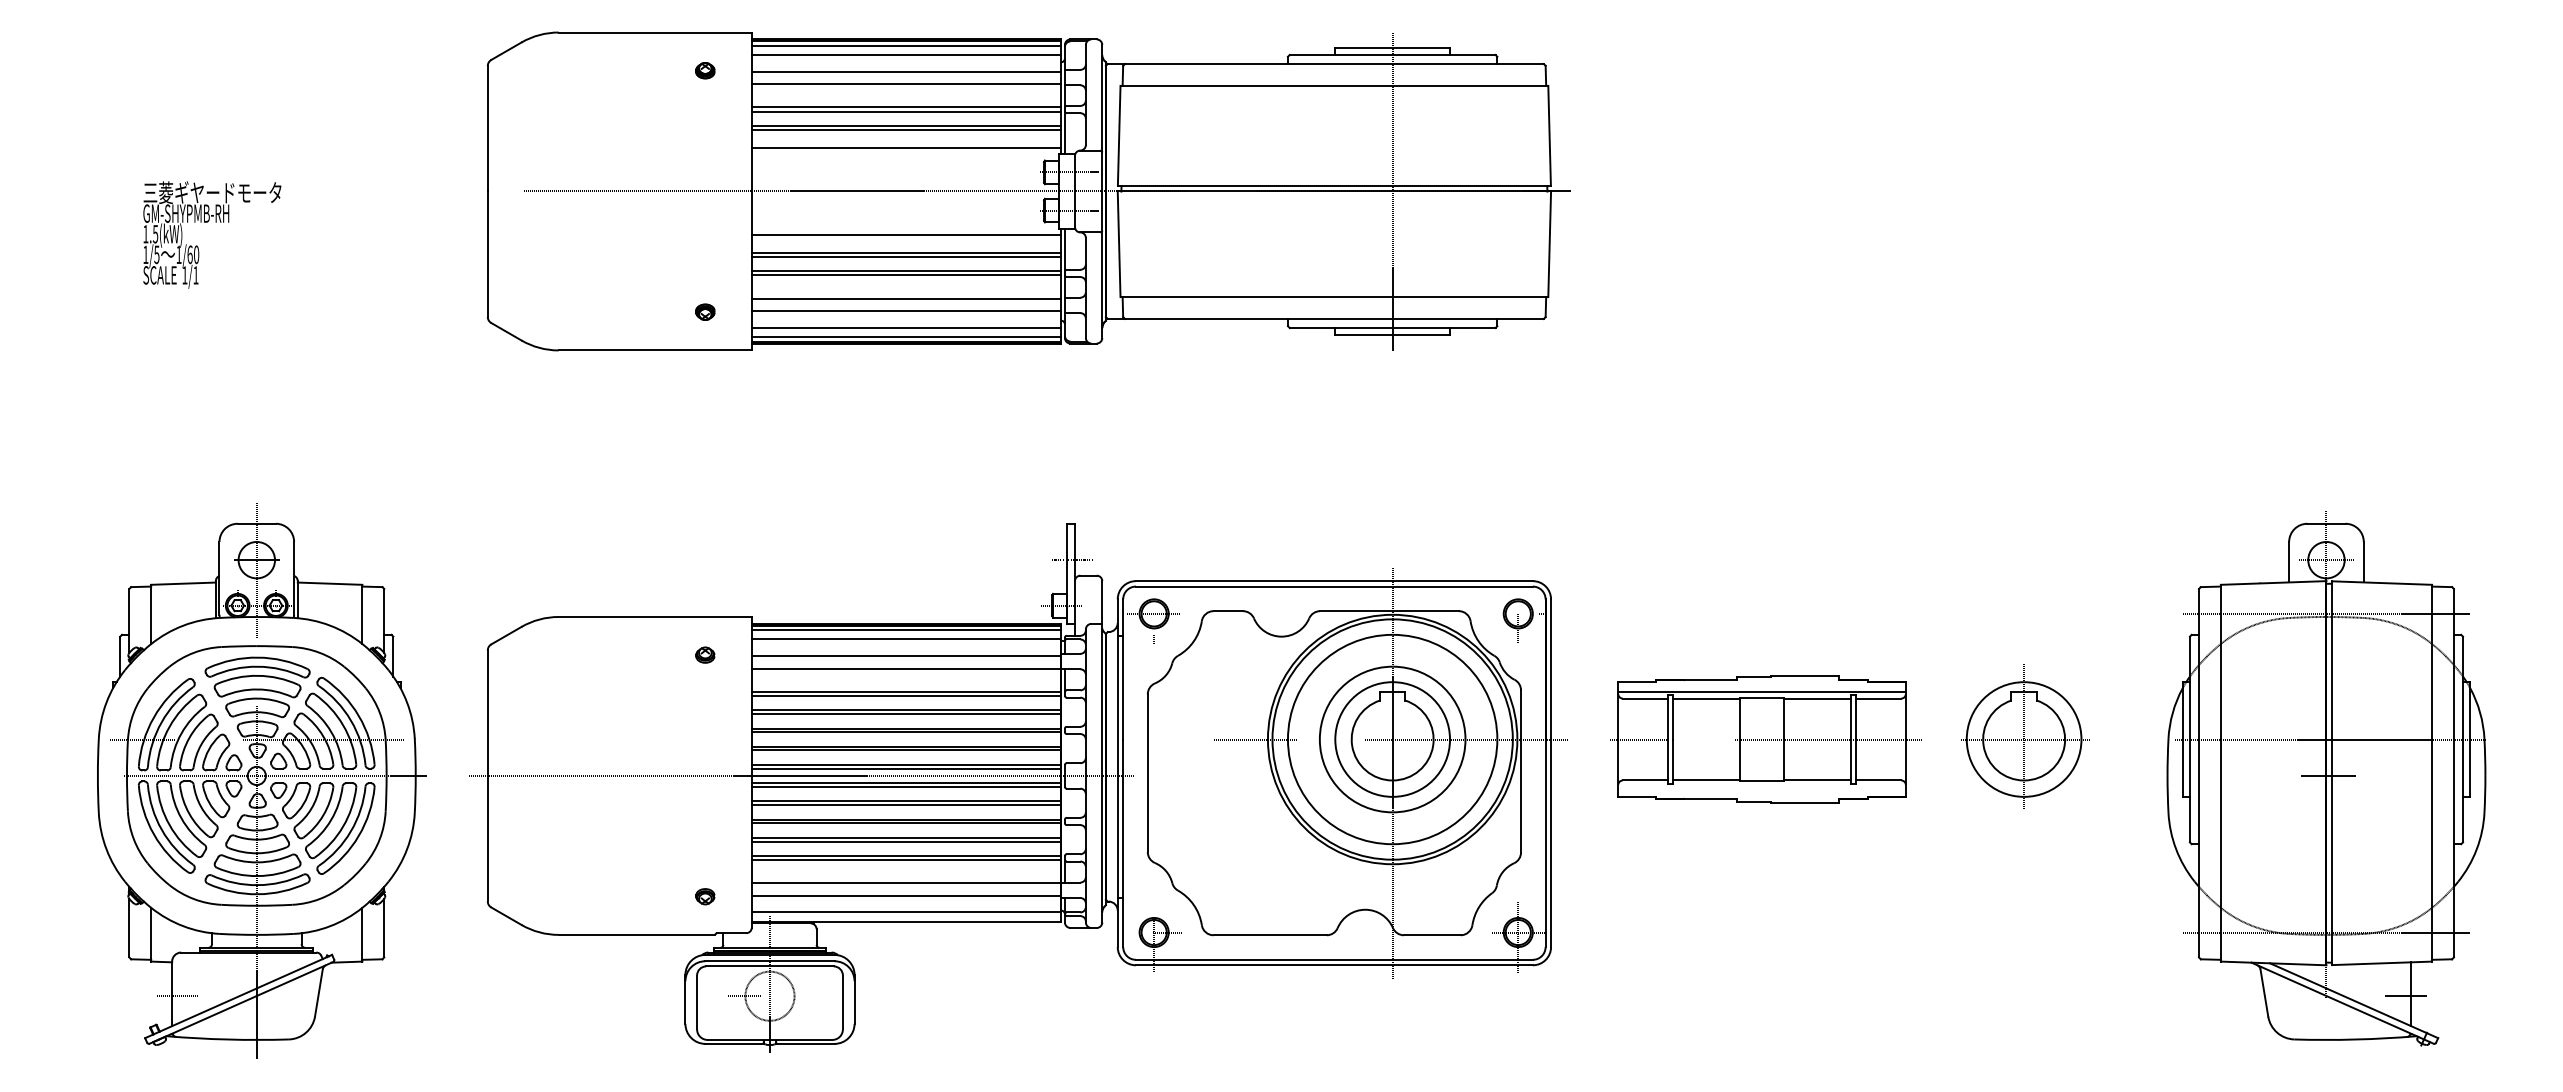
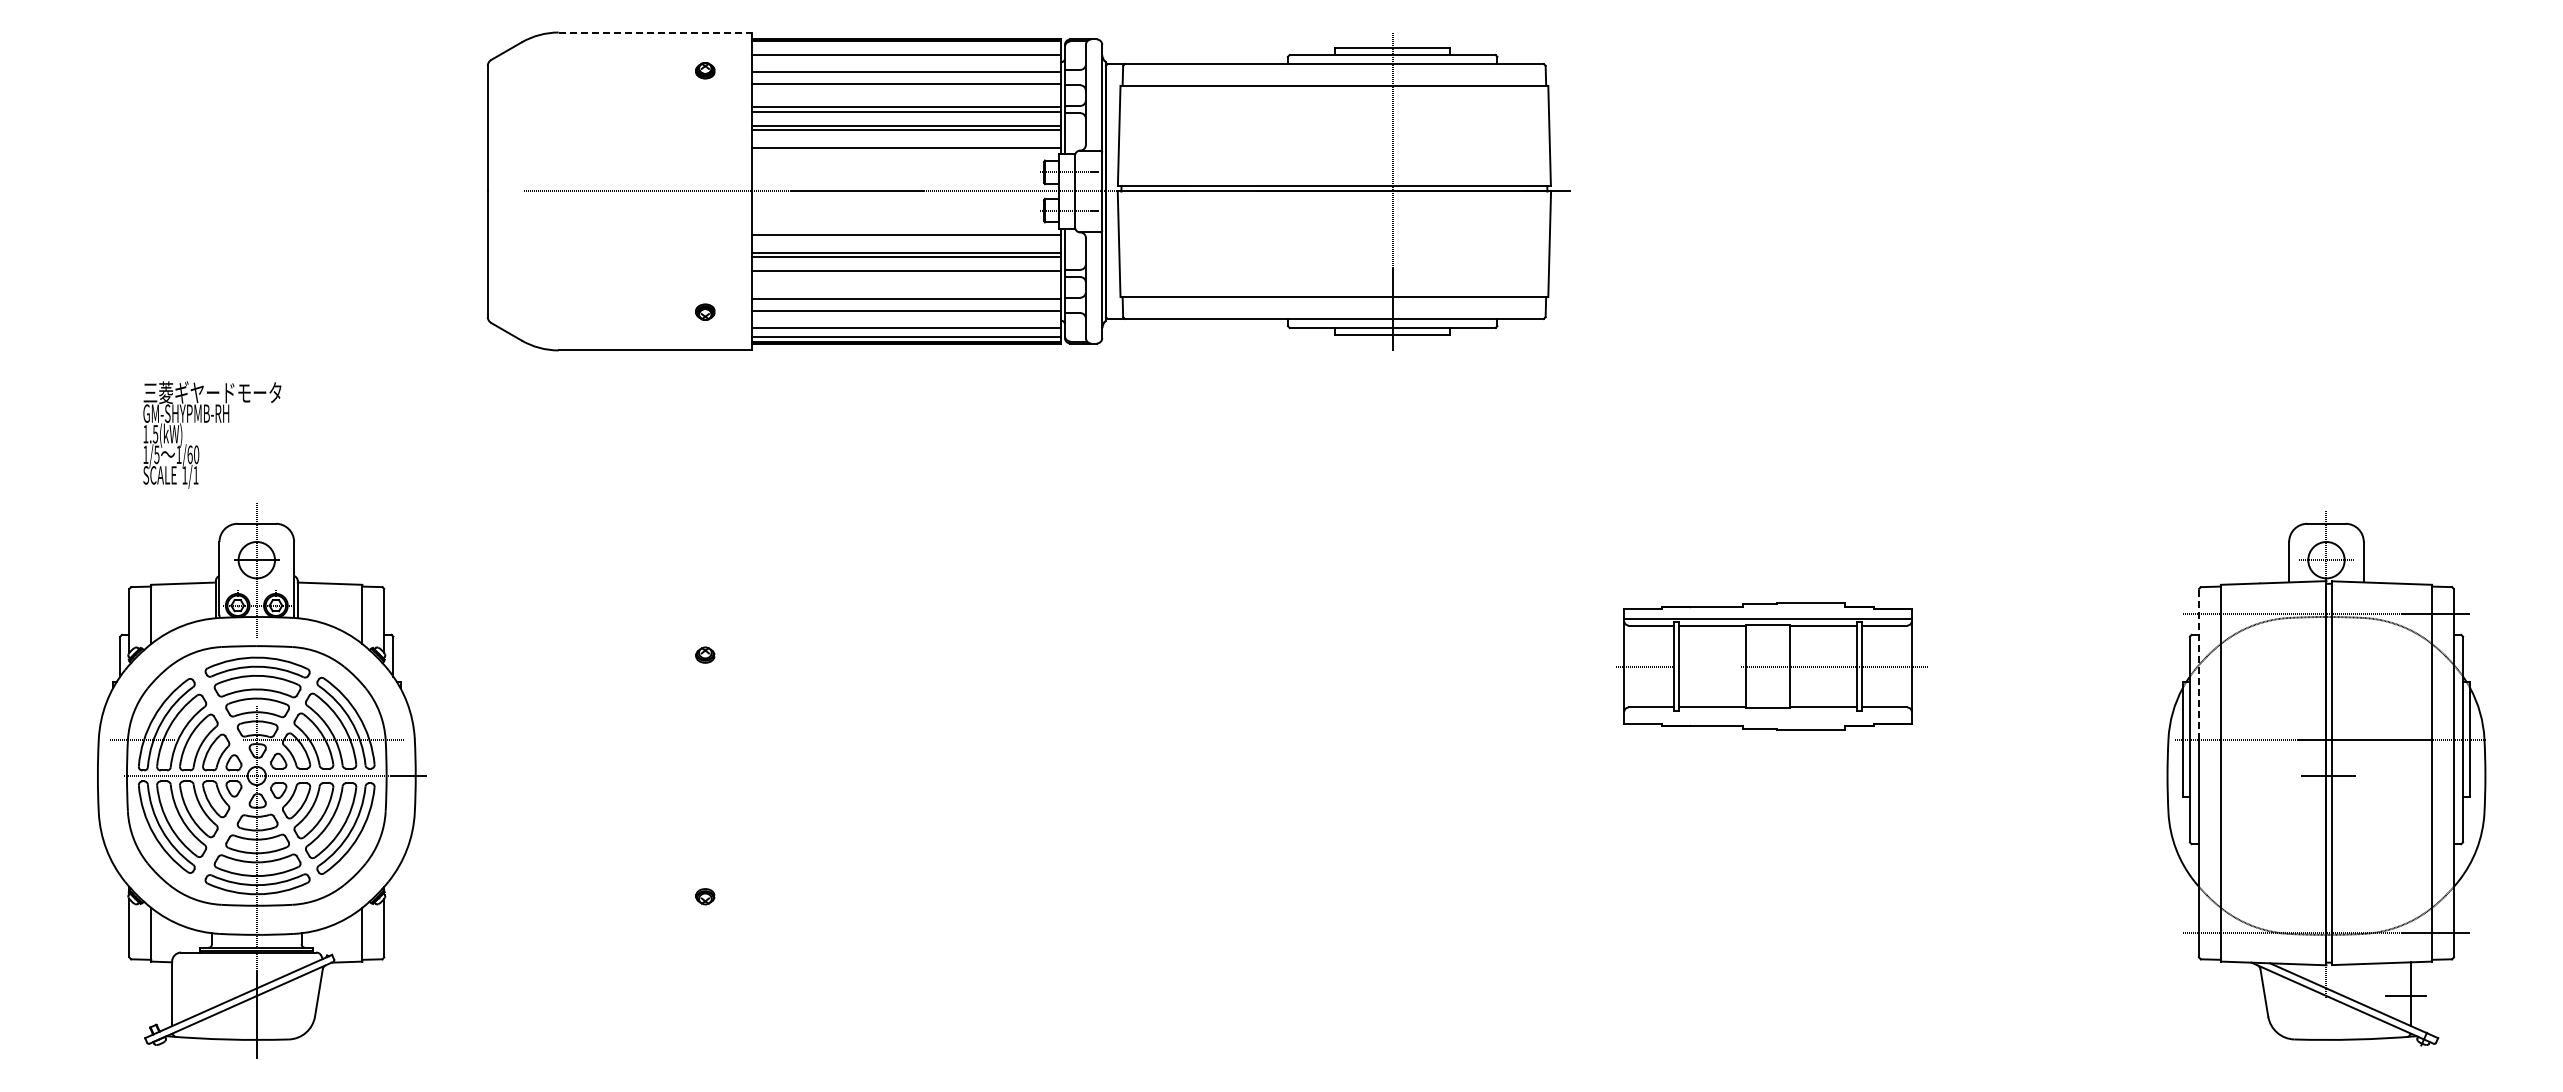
line at (655, 32): solid -> dashed
line at (906, 45): present -> none
text at (212, 234) position: (212, 234) -> (212, 434)
line at (906, 275): present -> none
line at (2199, 663): solid -> dashed
part at (2025, 736): present -> none
part at (1765, 739) position: (1765, 739) -> (1771, 666)
part at (1018, 787): present -> none
line at (177, 996): present -> none
